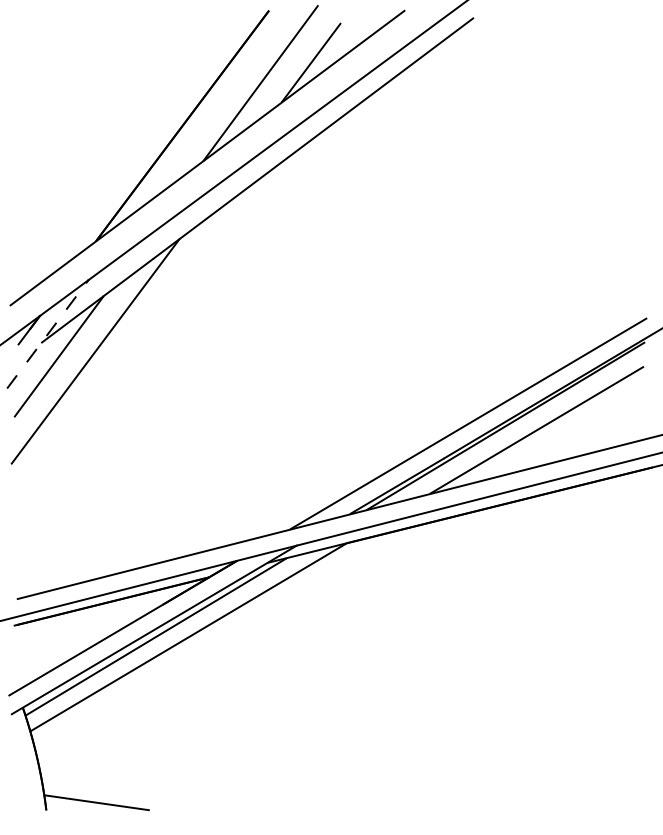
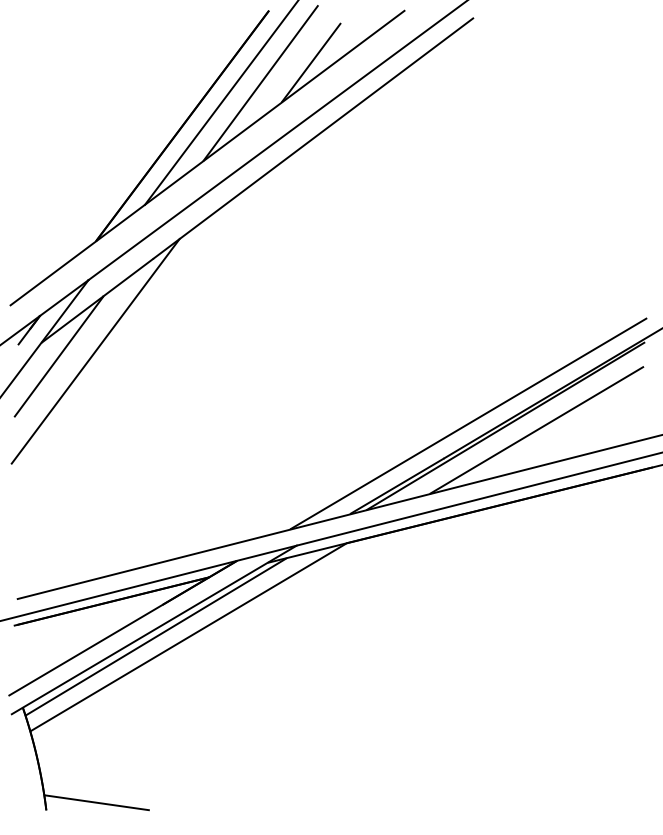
line at (220, 103): none -> present
line at (44, 338): dashed -> solid
